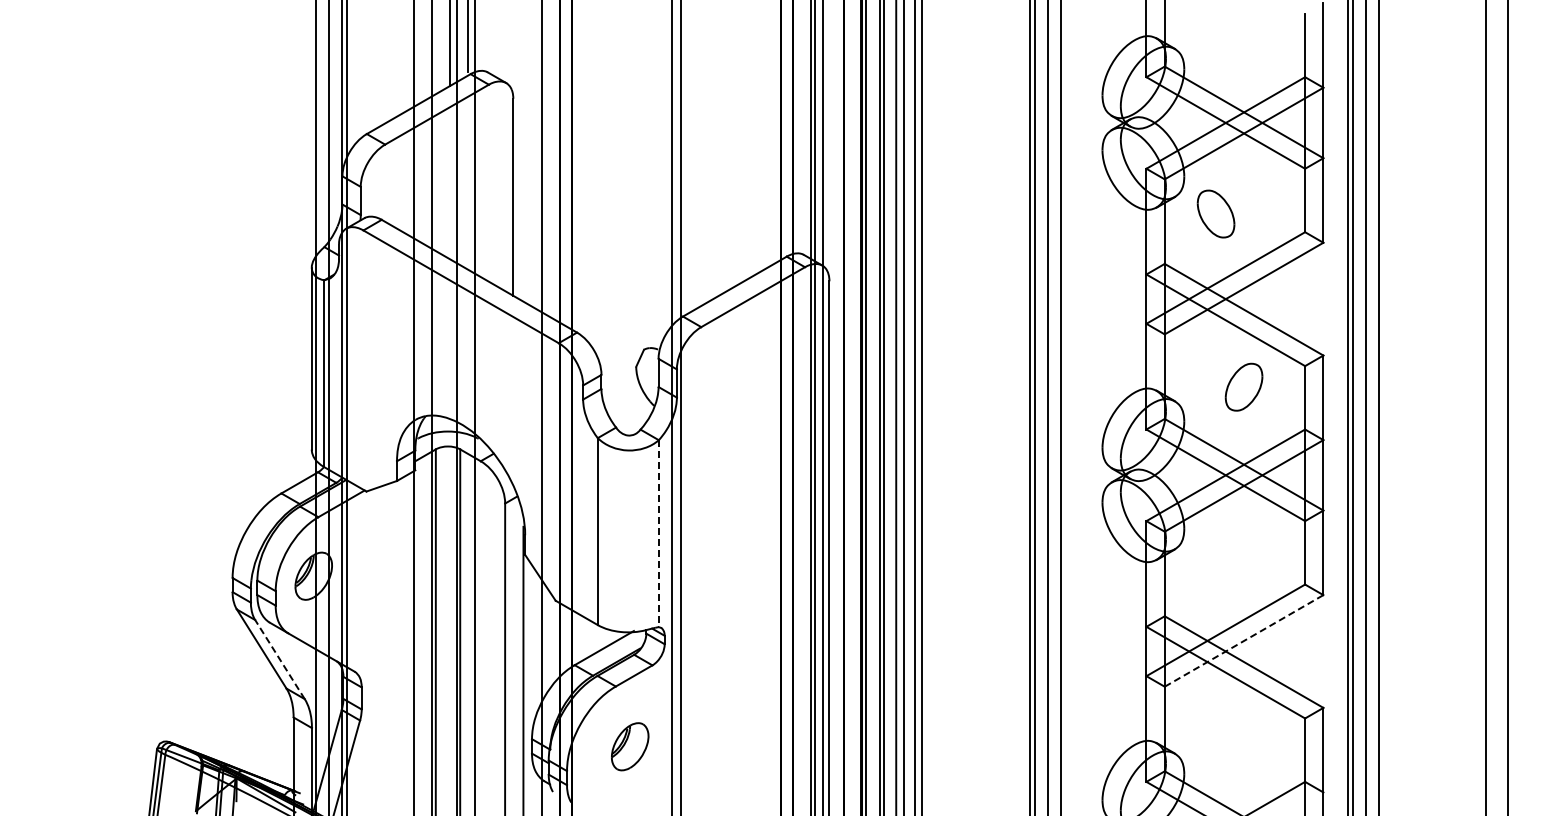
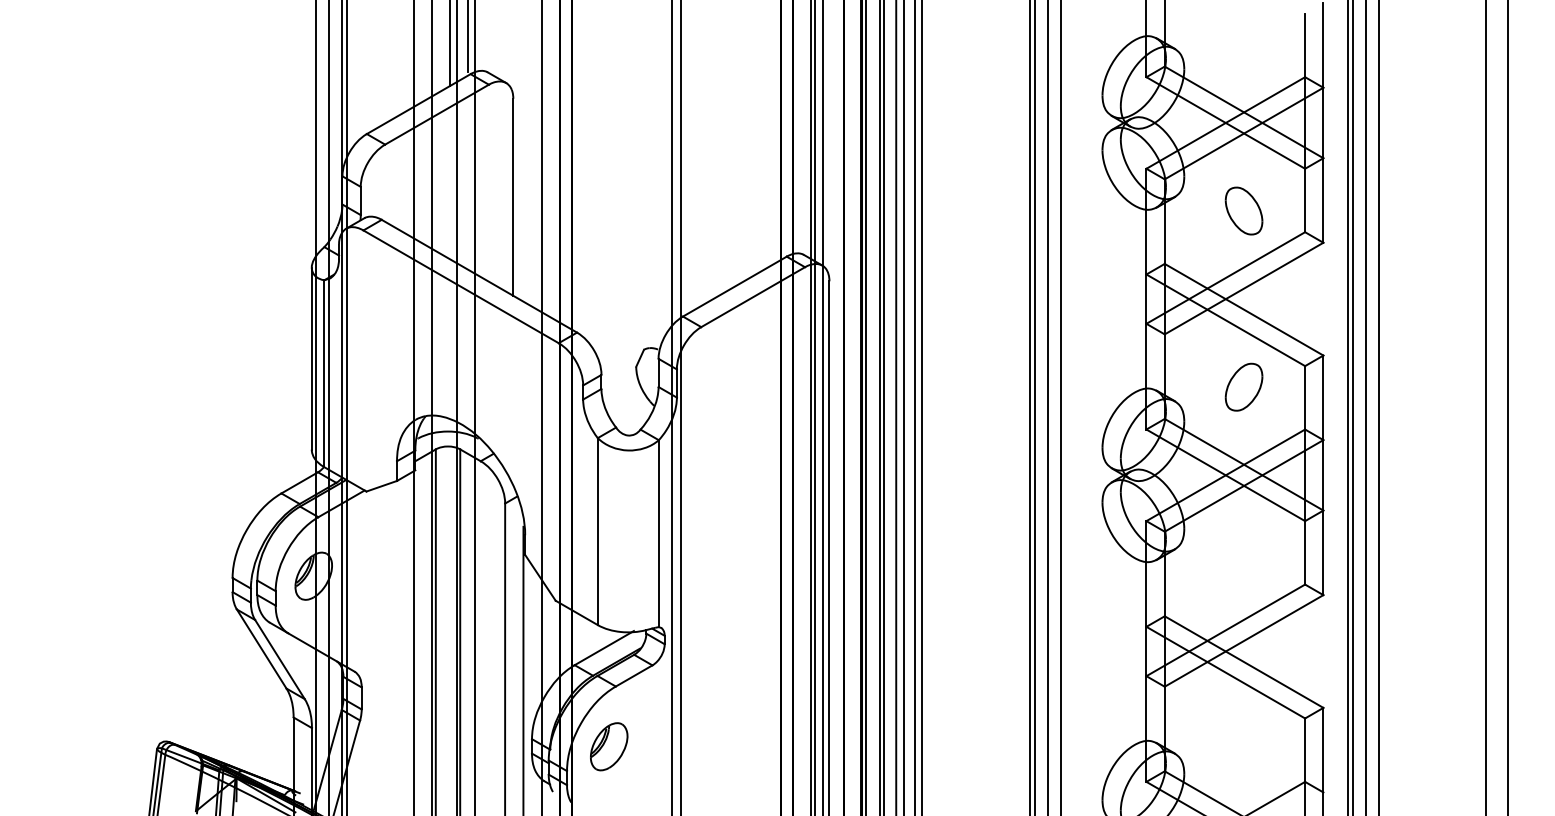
part at (1215, 213) position: (1215, 213) -> (1243, 210)
line at (658, 534): dashed -> solid
line at (1244, 640): dashed -> solid
line at (280, 659): dashed -> solid
part at (630, 746) position: (630, 746) -> (609, 746)
